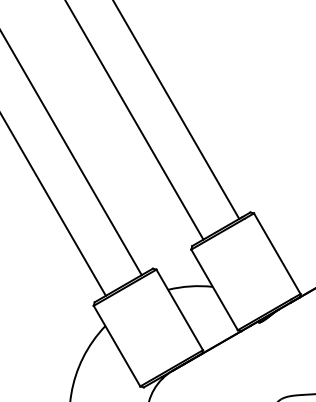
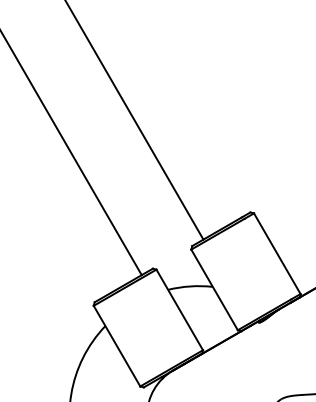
line at (176, 110): present -> none
line at (53, 205): present -> none
